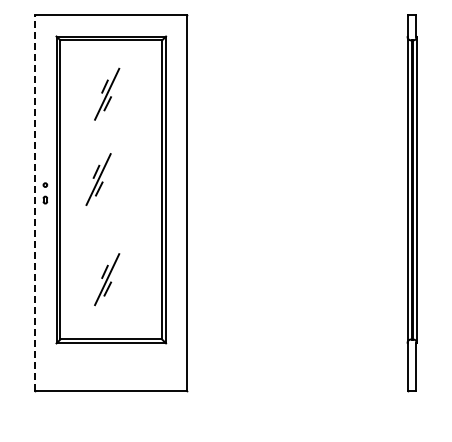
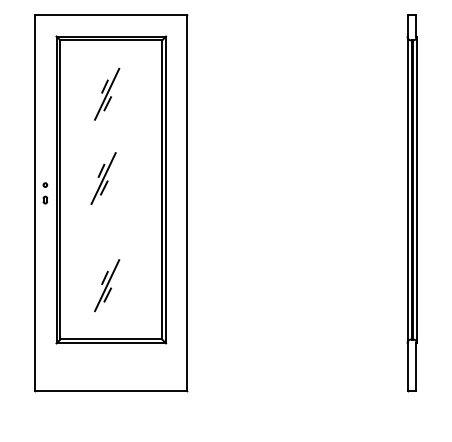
part at (98, 179) position: (98, 179) -> (103, 178)
line at (35, 202): dashed -> solid
part at (107, 279) position: (107, 279) -> (107, 285)
